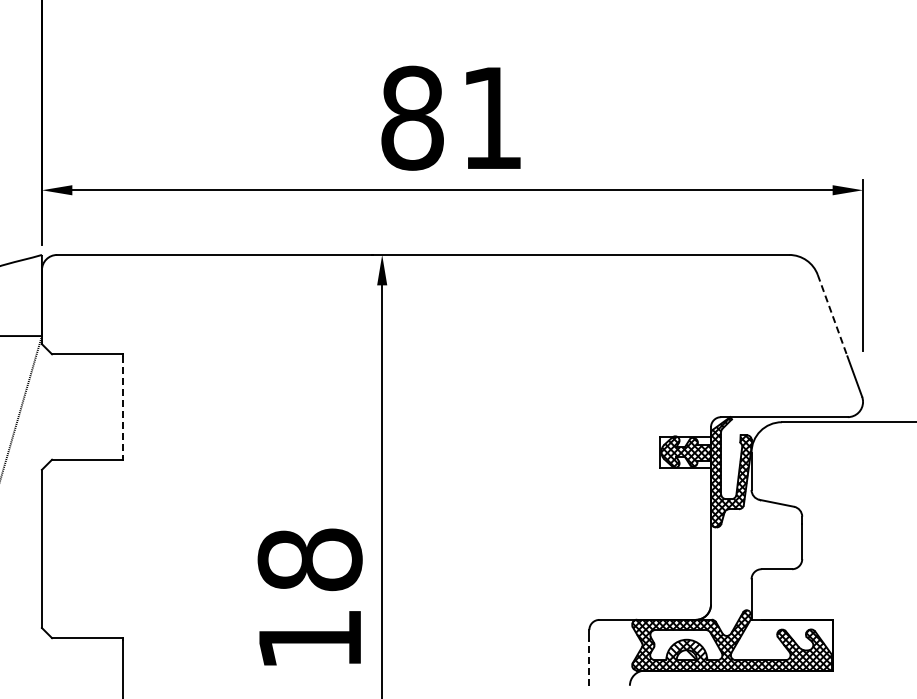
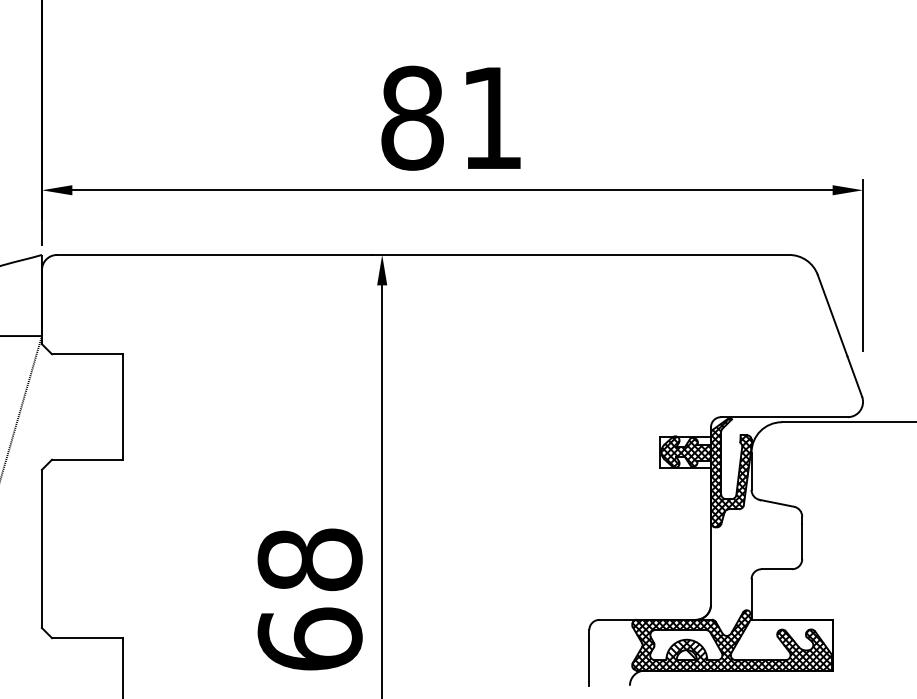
line at (832, 316): dashed -> solid
line at (123, 407): dashed -> solid
text at (309, 638): 18 -> 68
line at (589, 662): dashed -> solid
